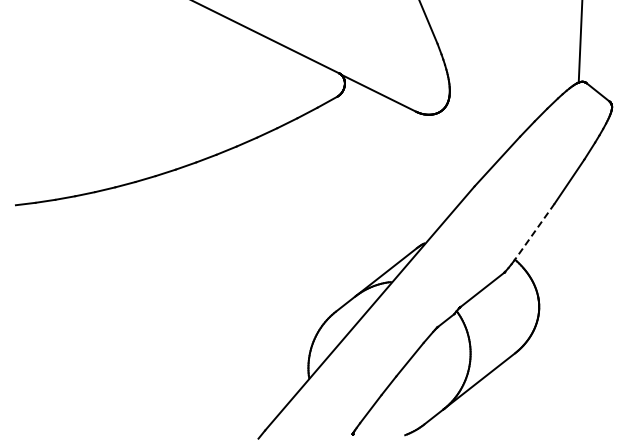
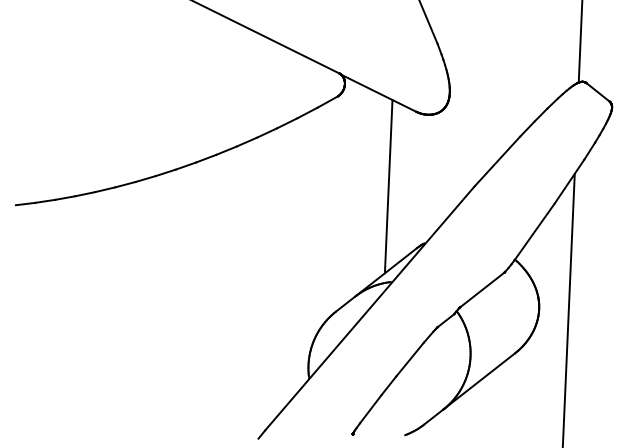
line at (388, 186): none -> present
line at (534, 231): dashed -> solid
line at (568, 309): none -> present
